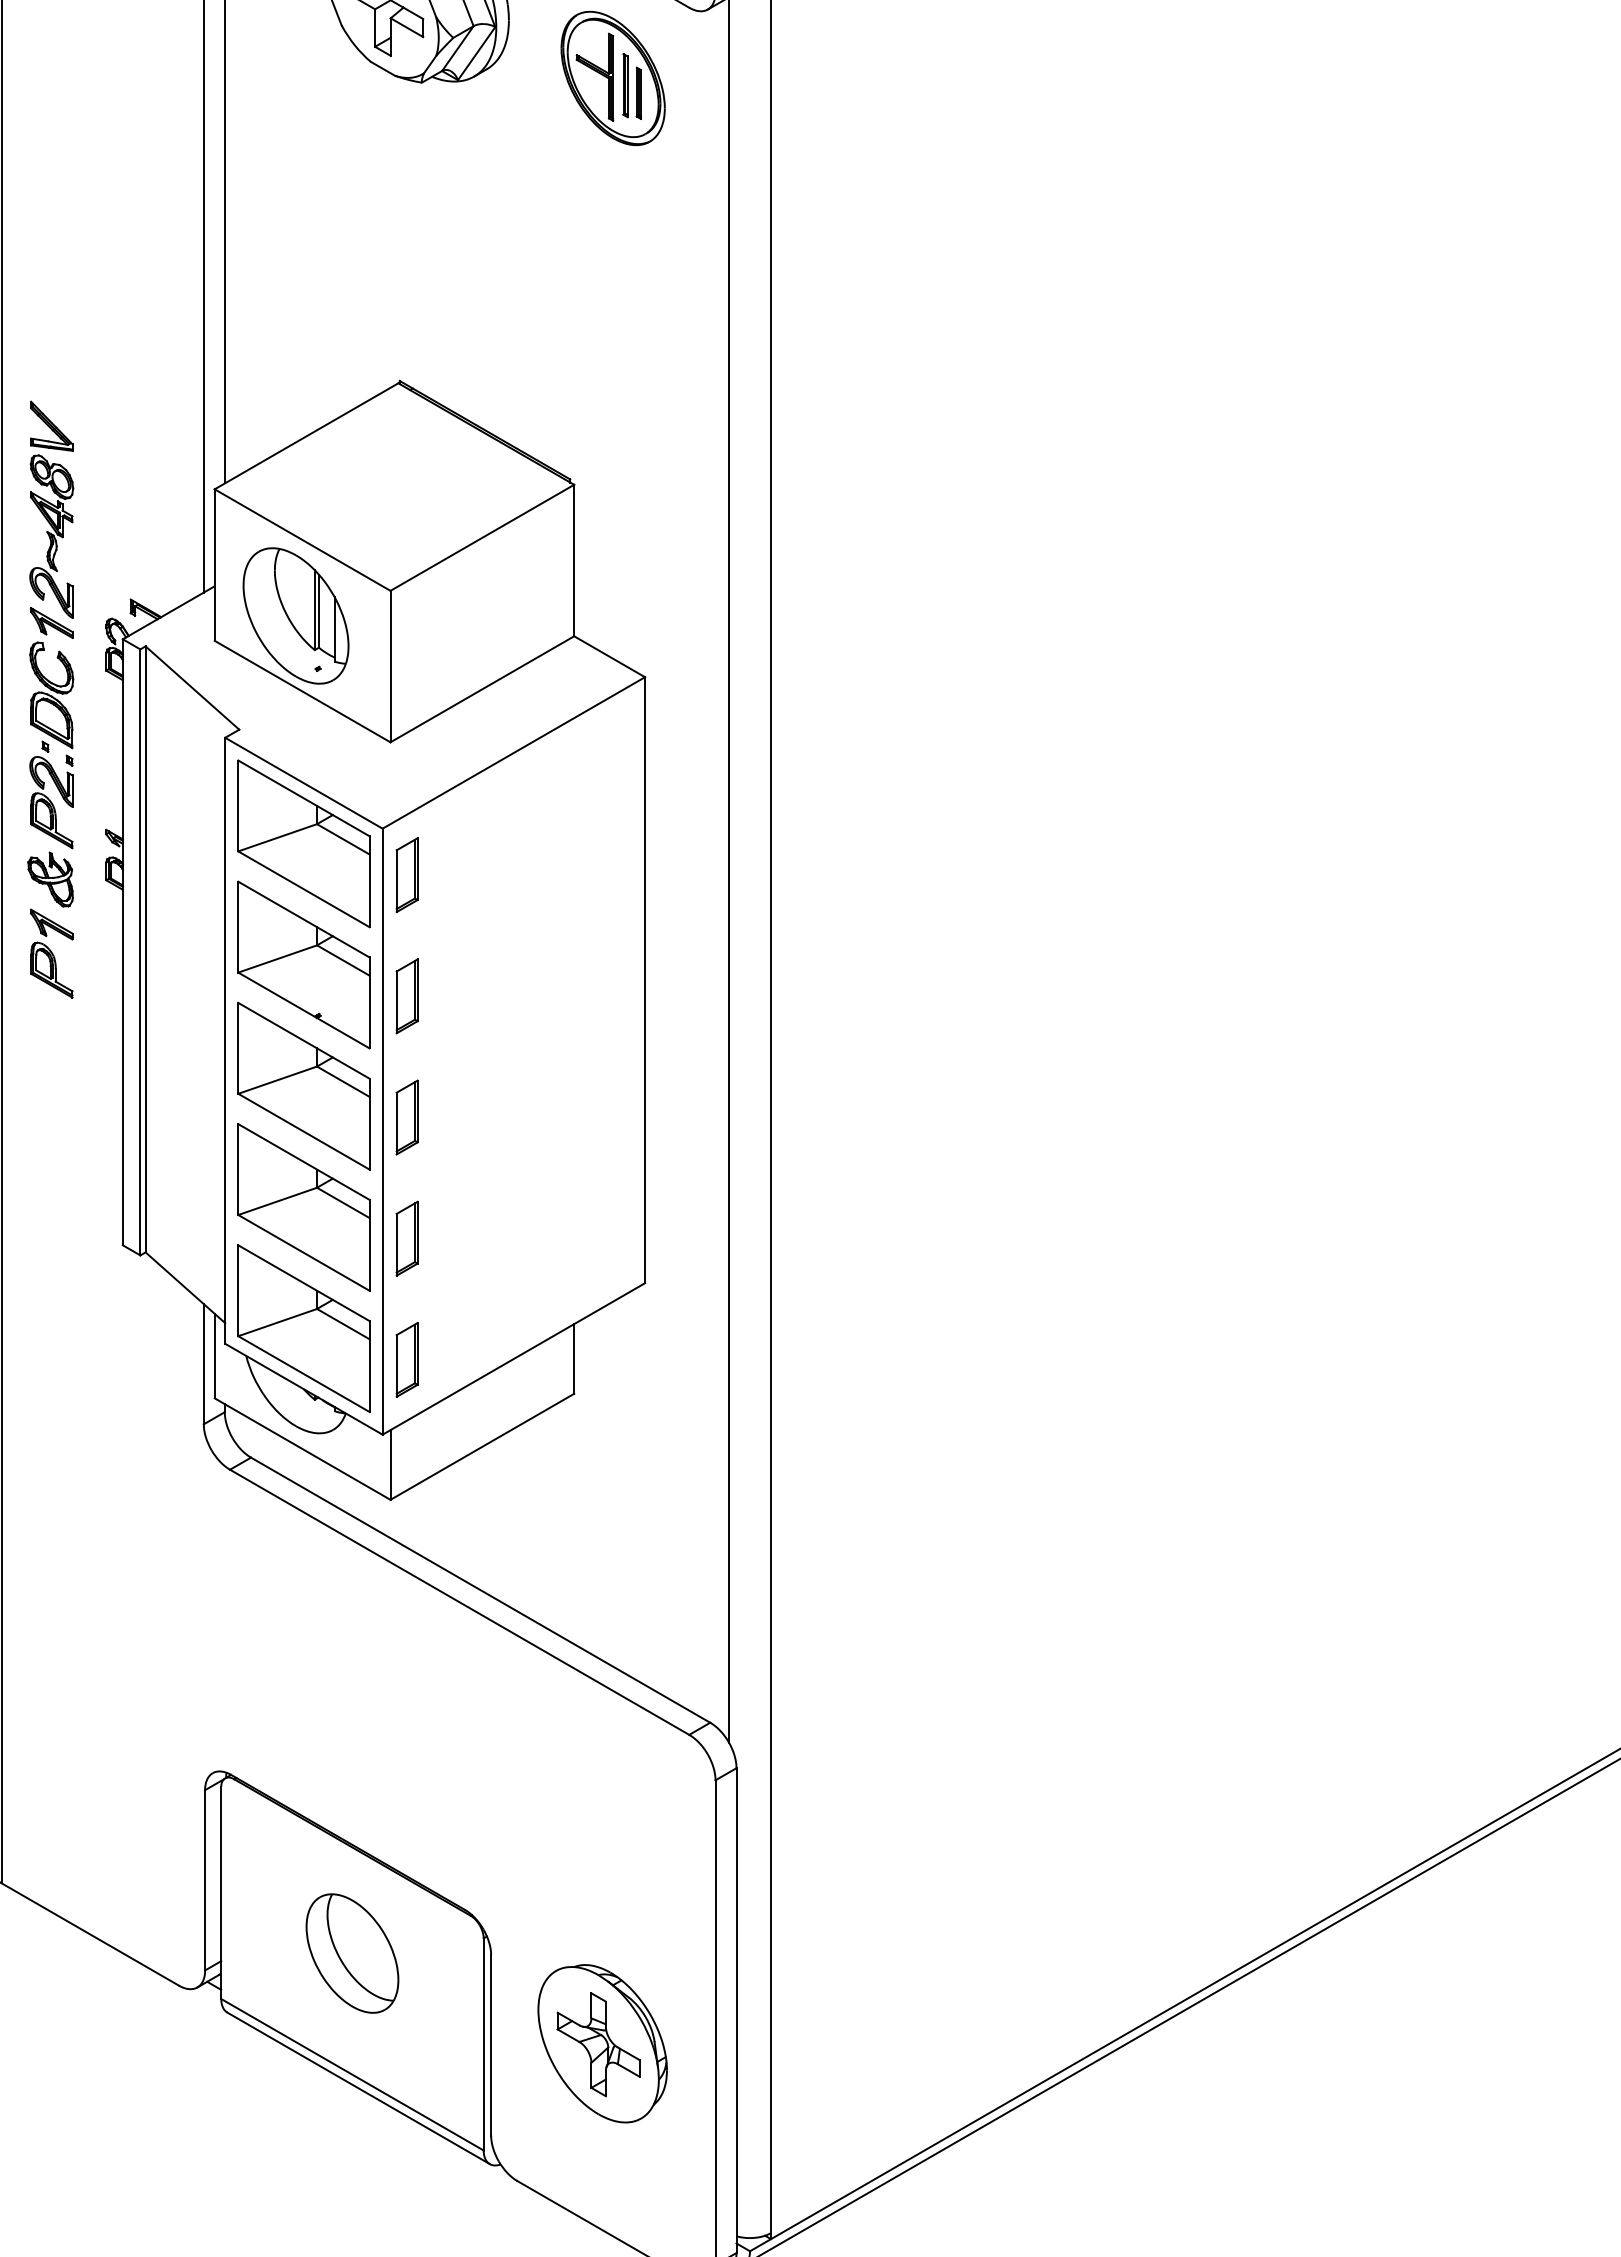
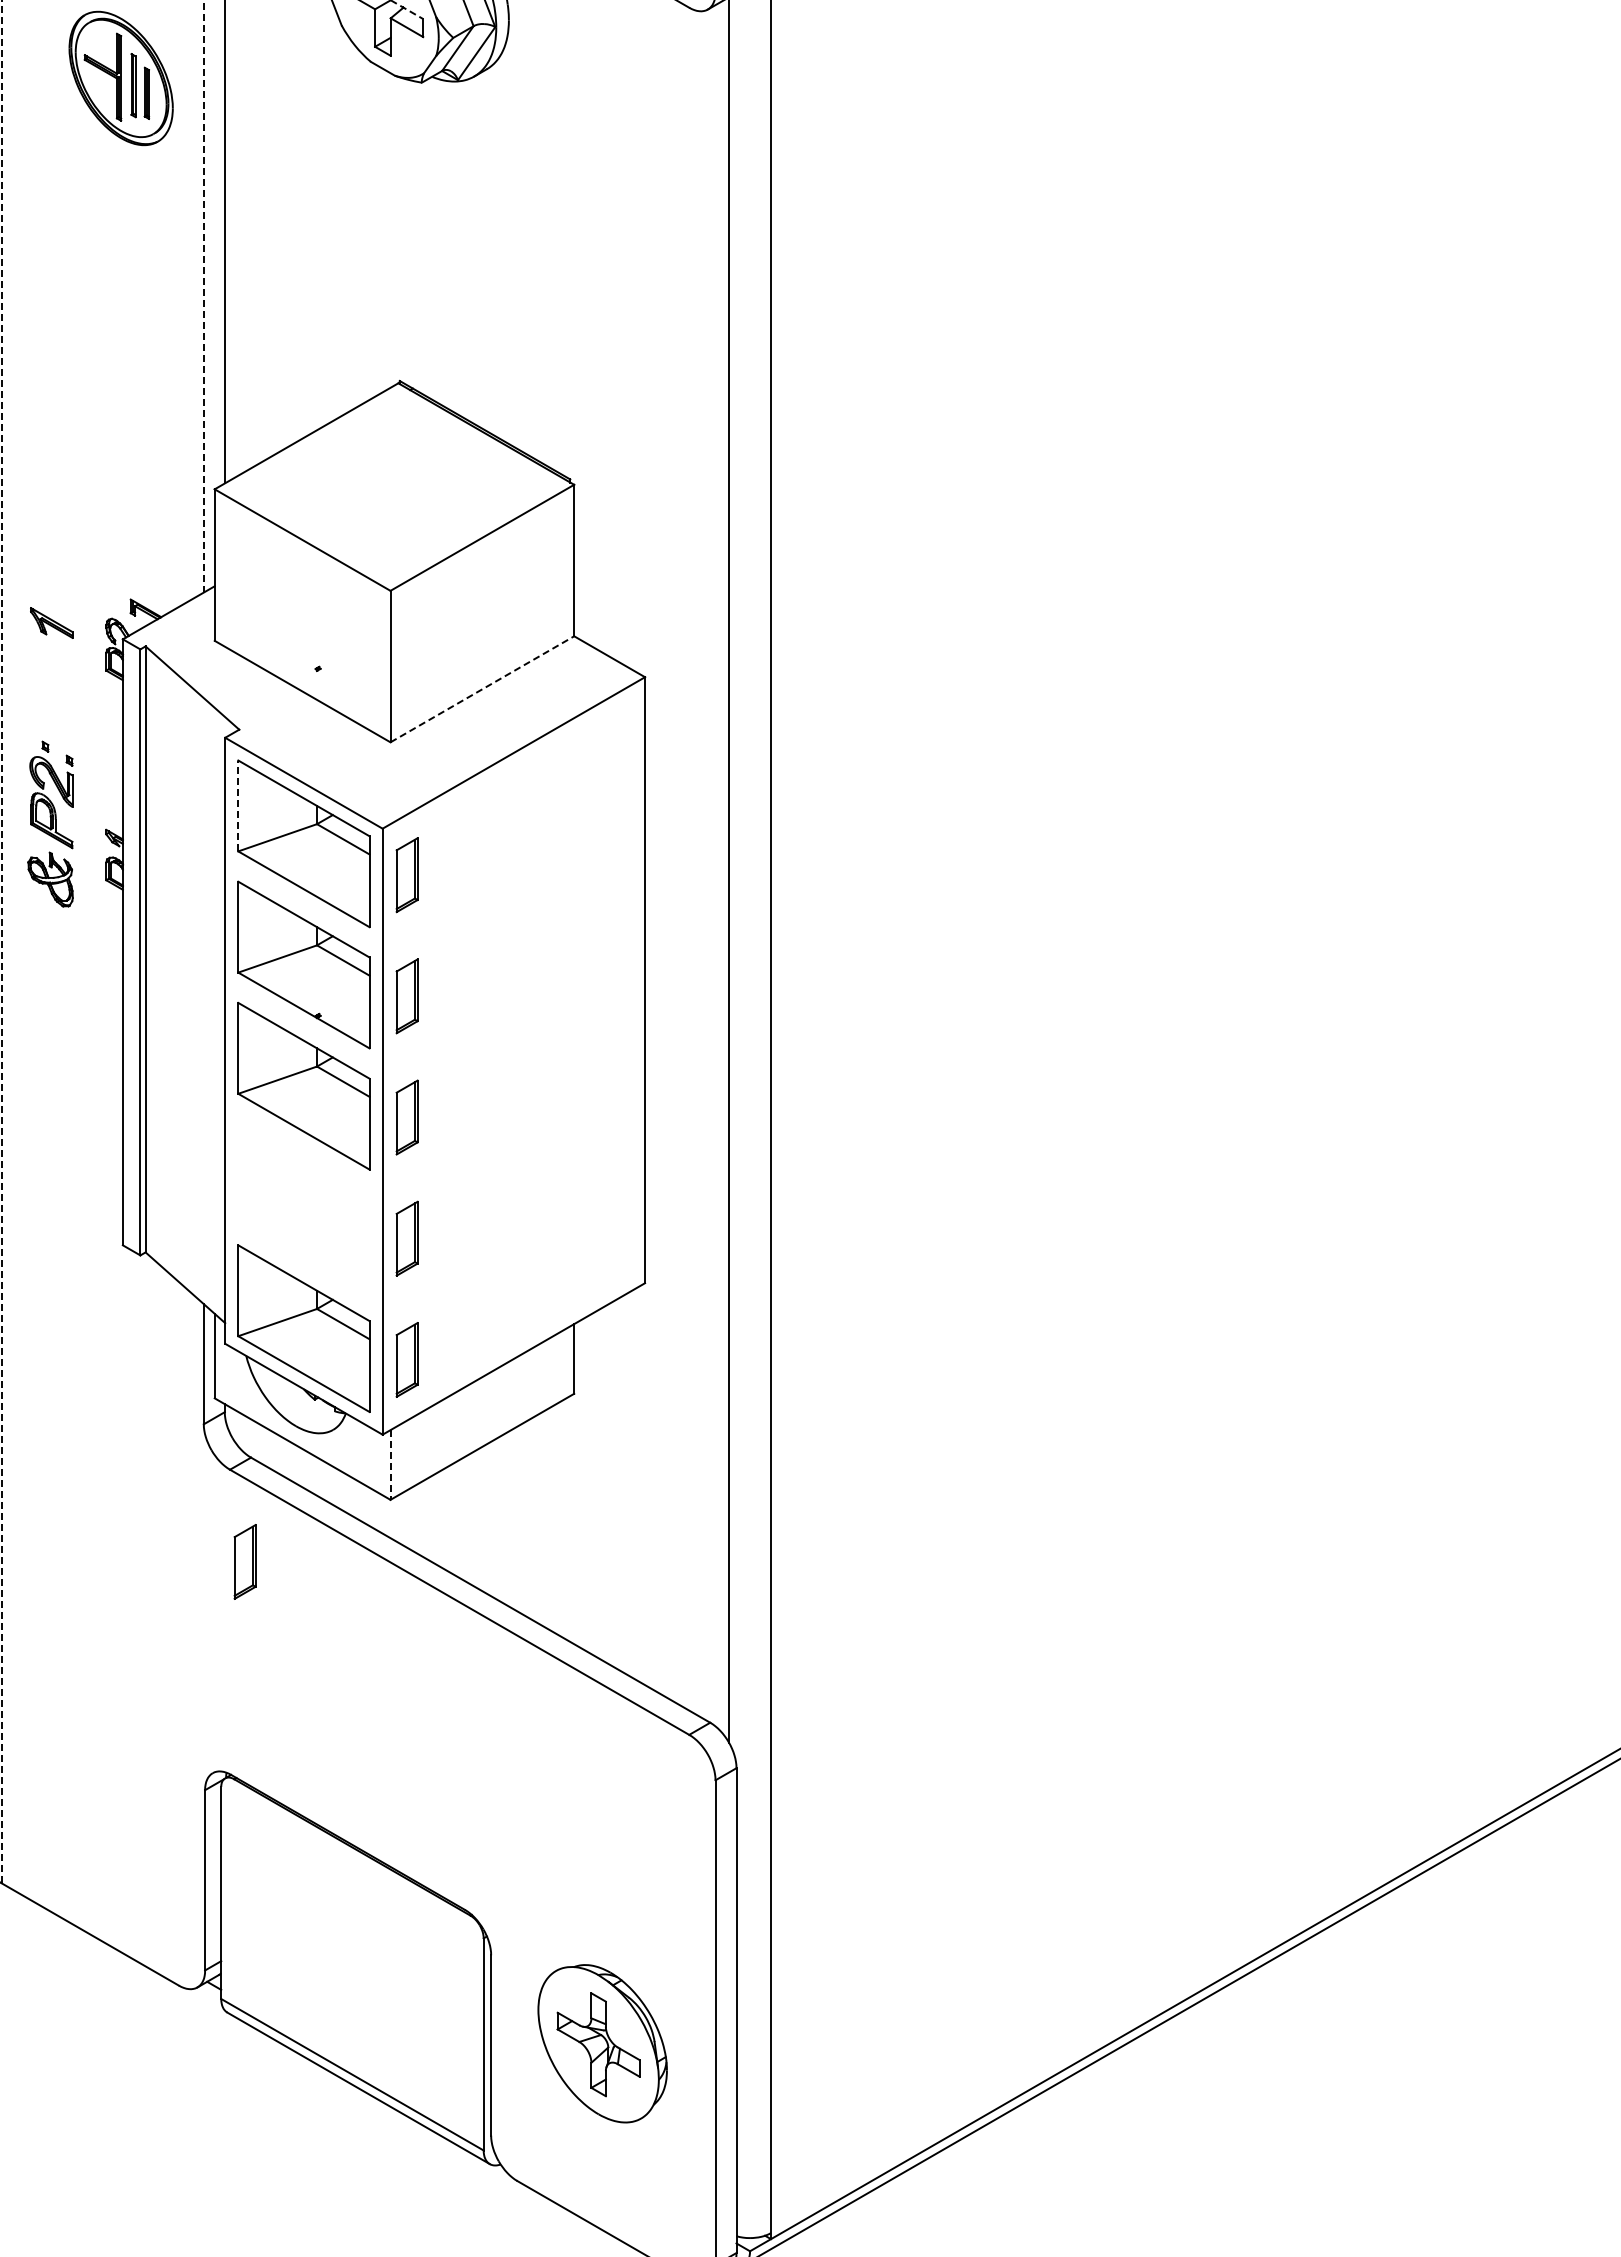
line at (407, 9): solid -> dashed
part at (612, 78) position: (612, 78) -> (120, 78)
line at (203, 296): solid -> dashed
part at (51, 509): present -> none
part at (295, 615): present -> none
line at (482, 689): solid -> dashed
part at (51, 695): present -> none
line at (238, 805): solid -> dashed
line at (1, 941): solid -> dashed
part at (51, 953): present -> none
part at (303, 1207): present -> none
line at (390, 1465): solid -> dashed
part at (244, 1561): none -> present
part at (352, 1953): present -> none
